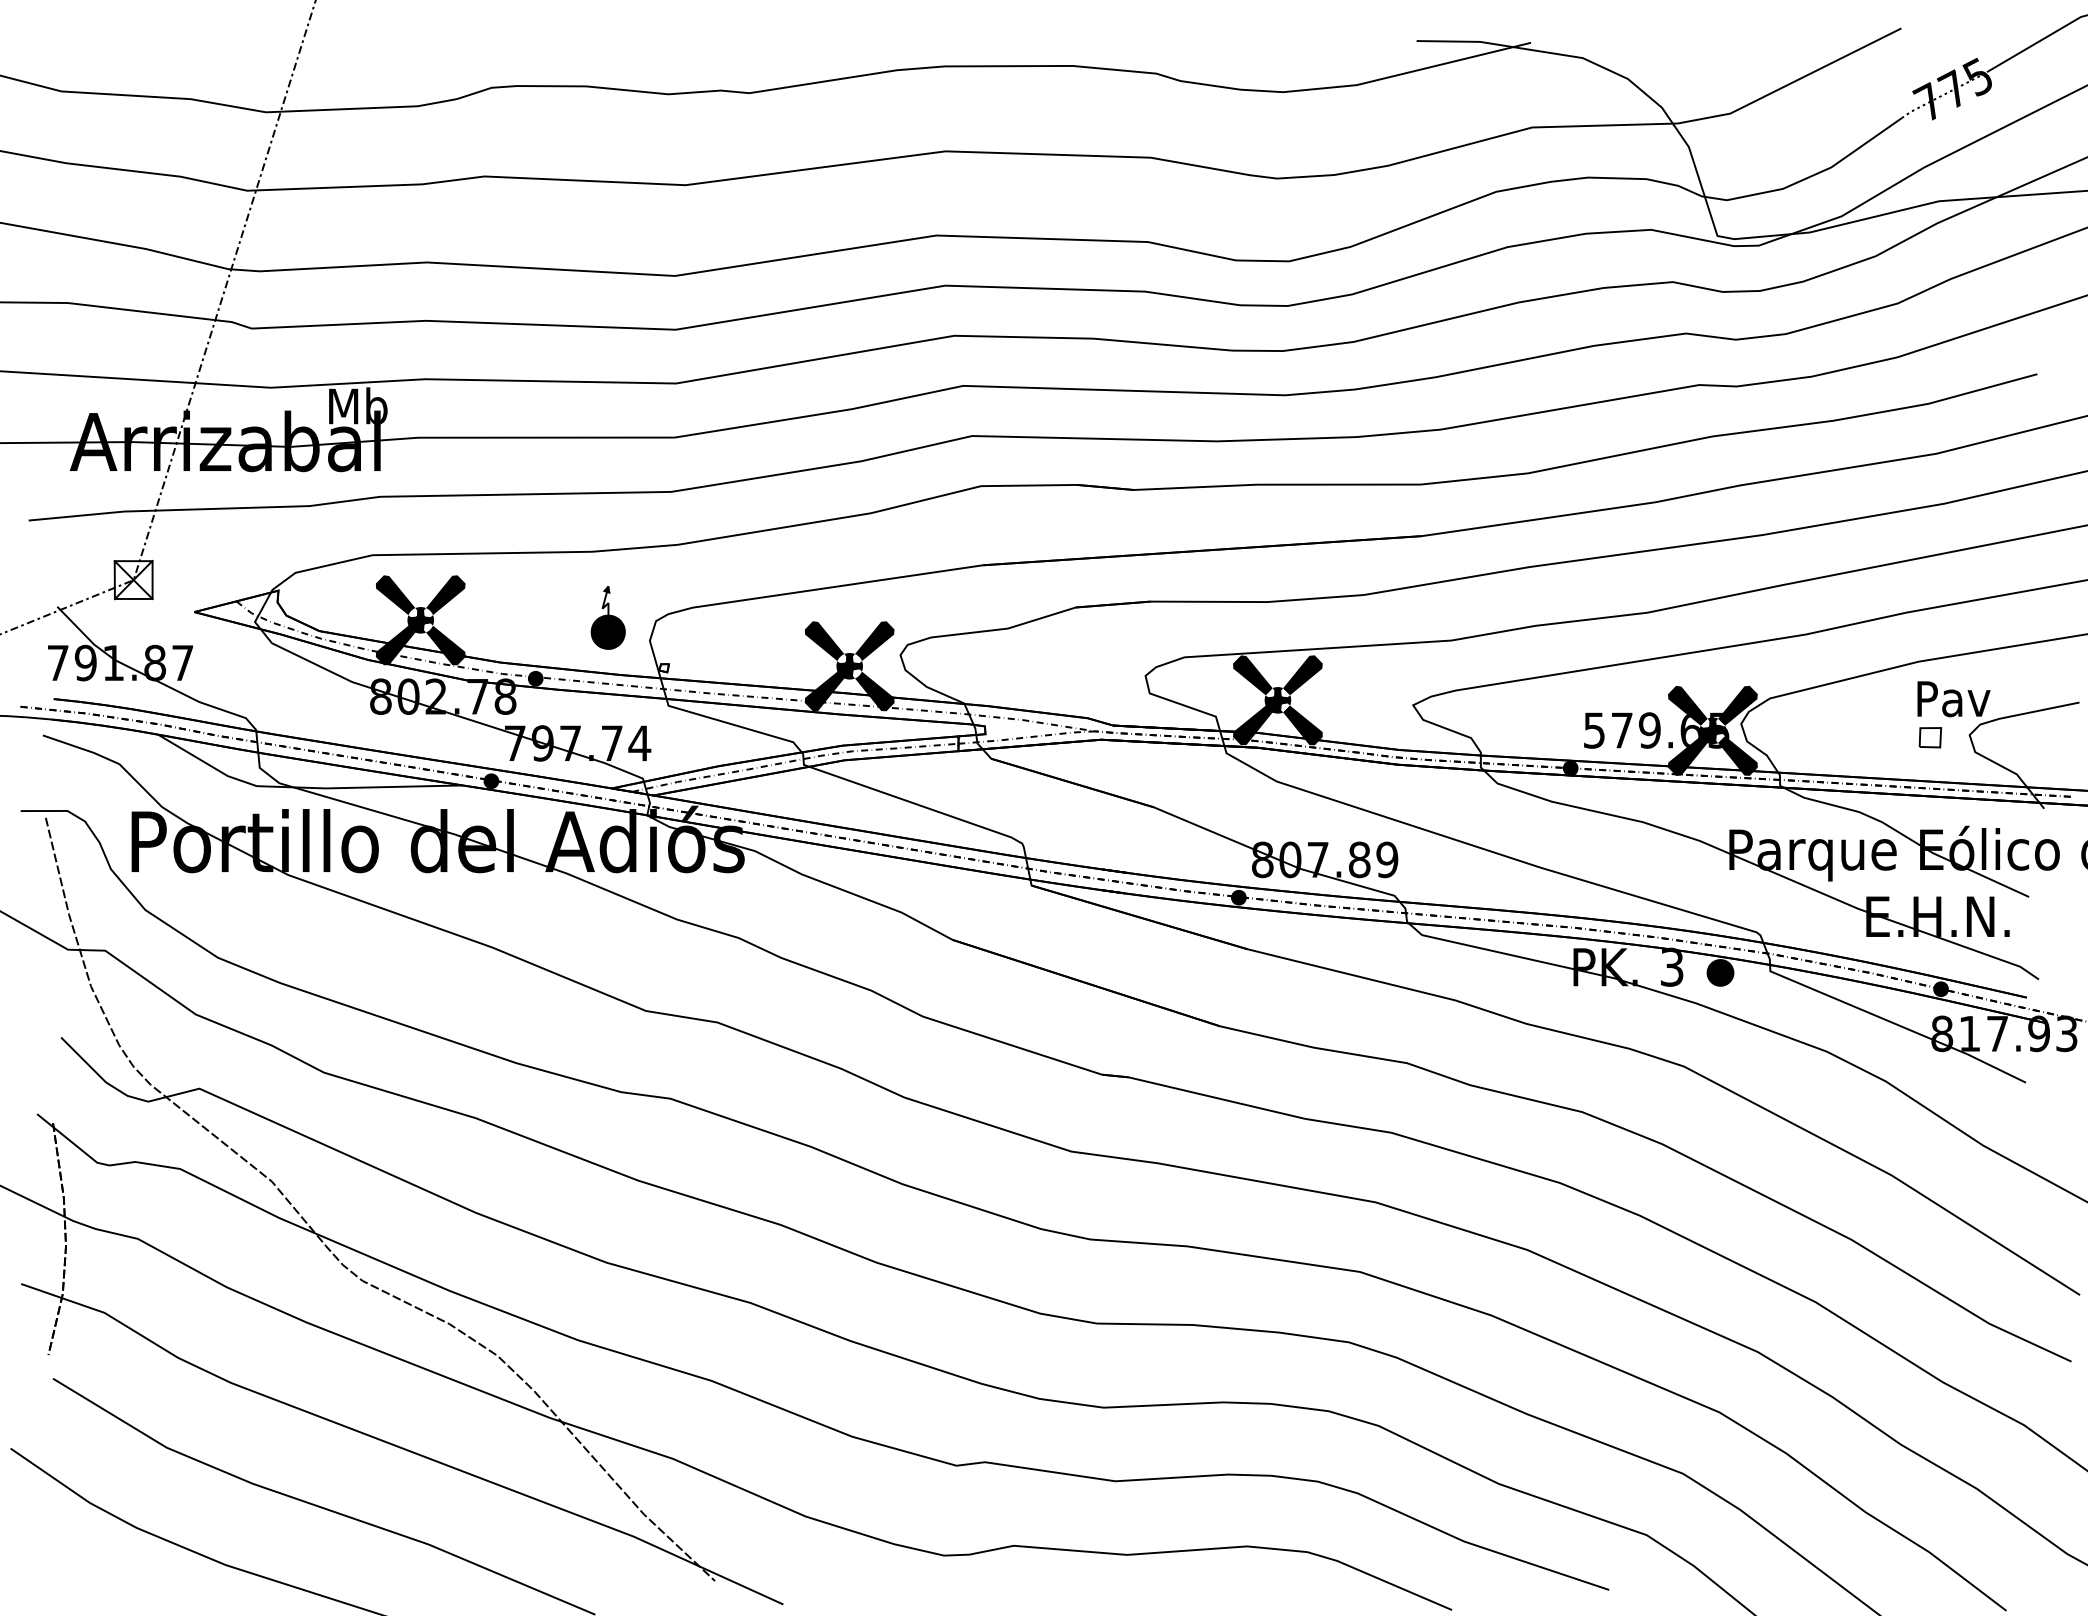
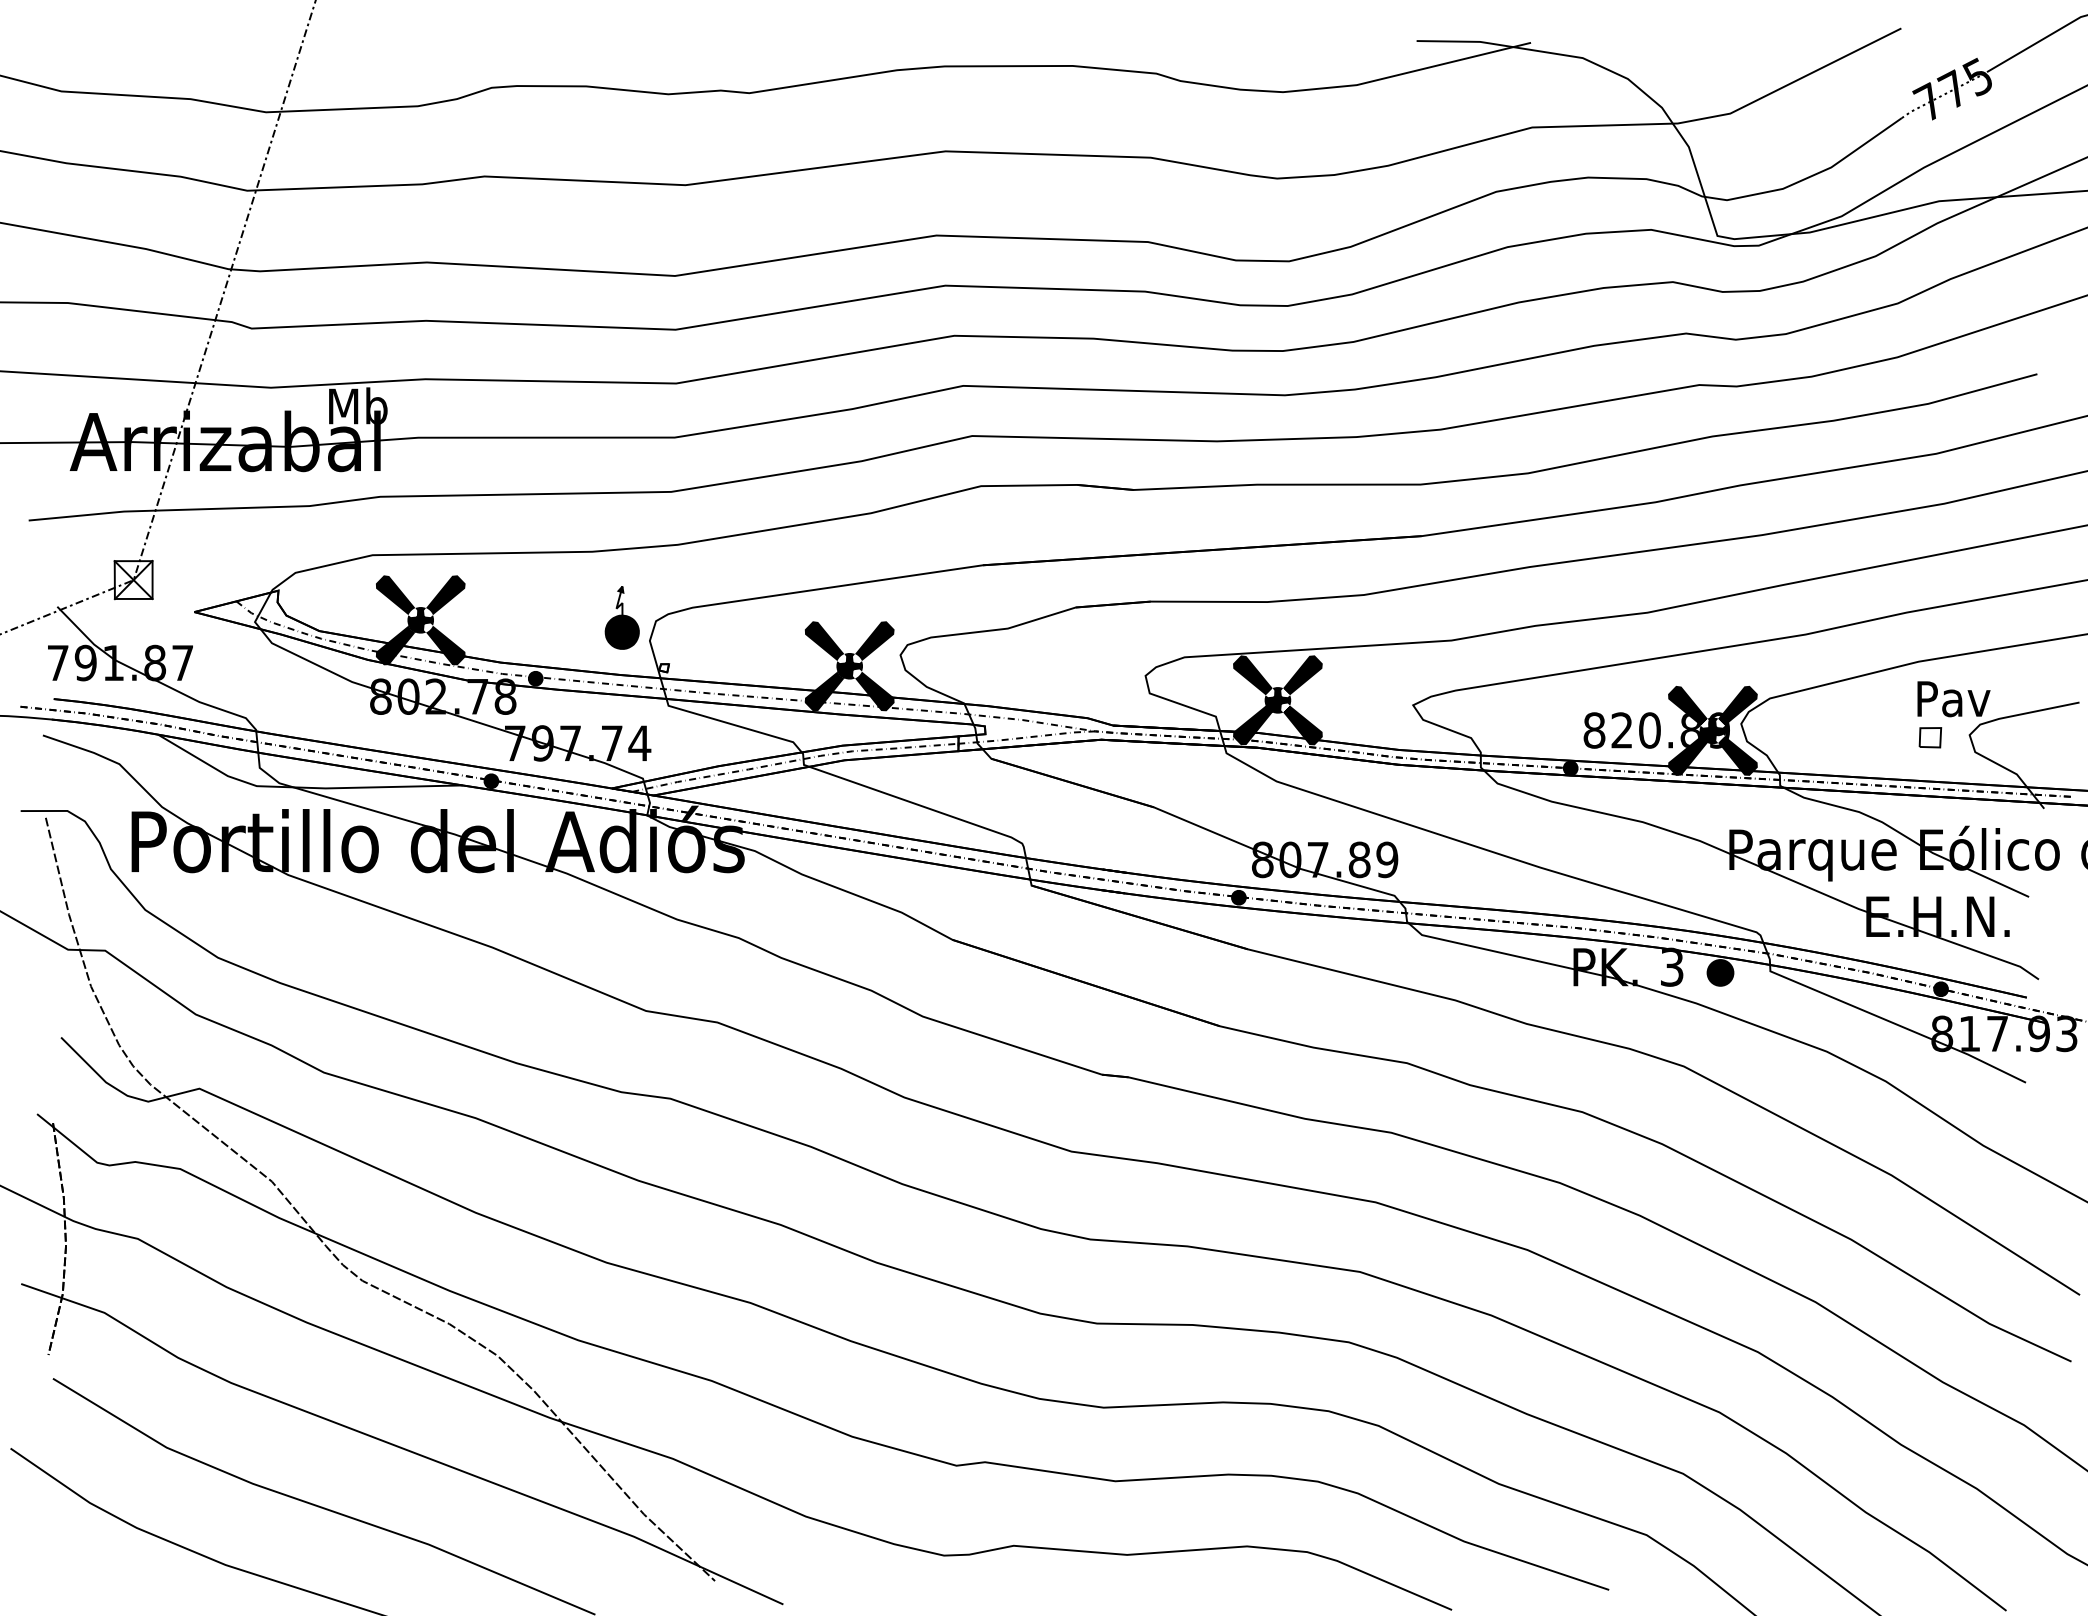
part at (607, 617) position: (607, 617) -> (621, 617)
text at (1656, 730): 579.65 -> 820.89
